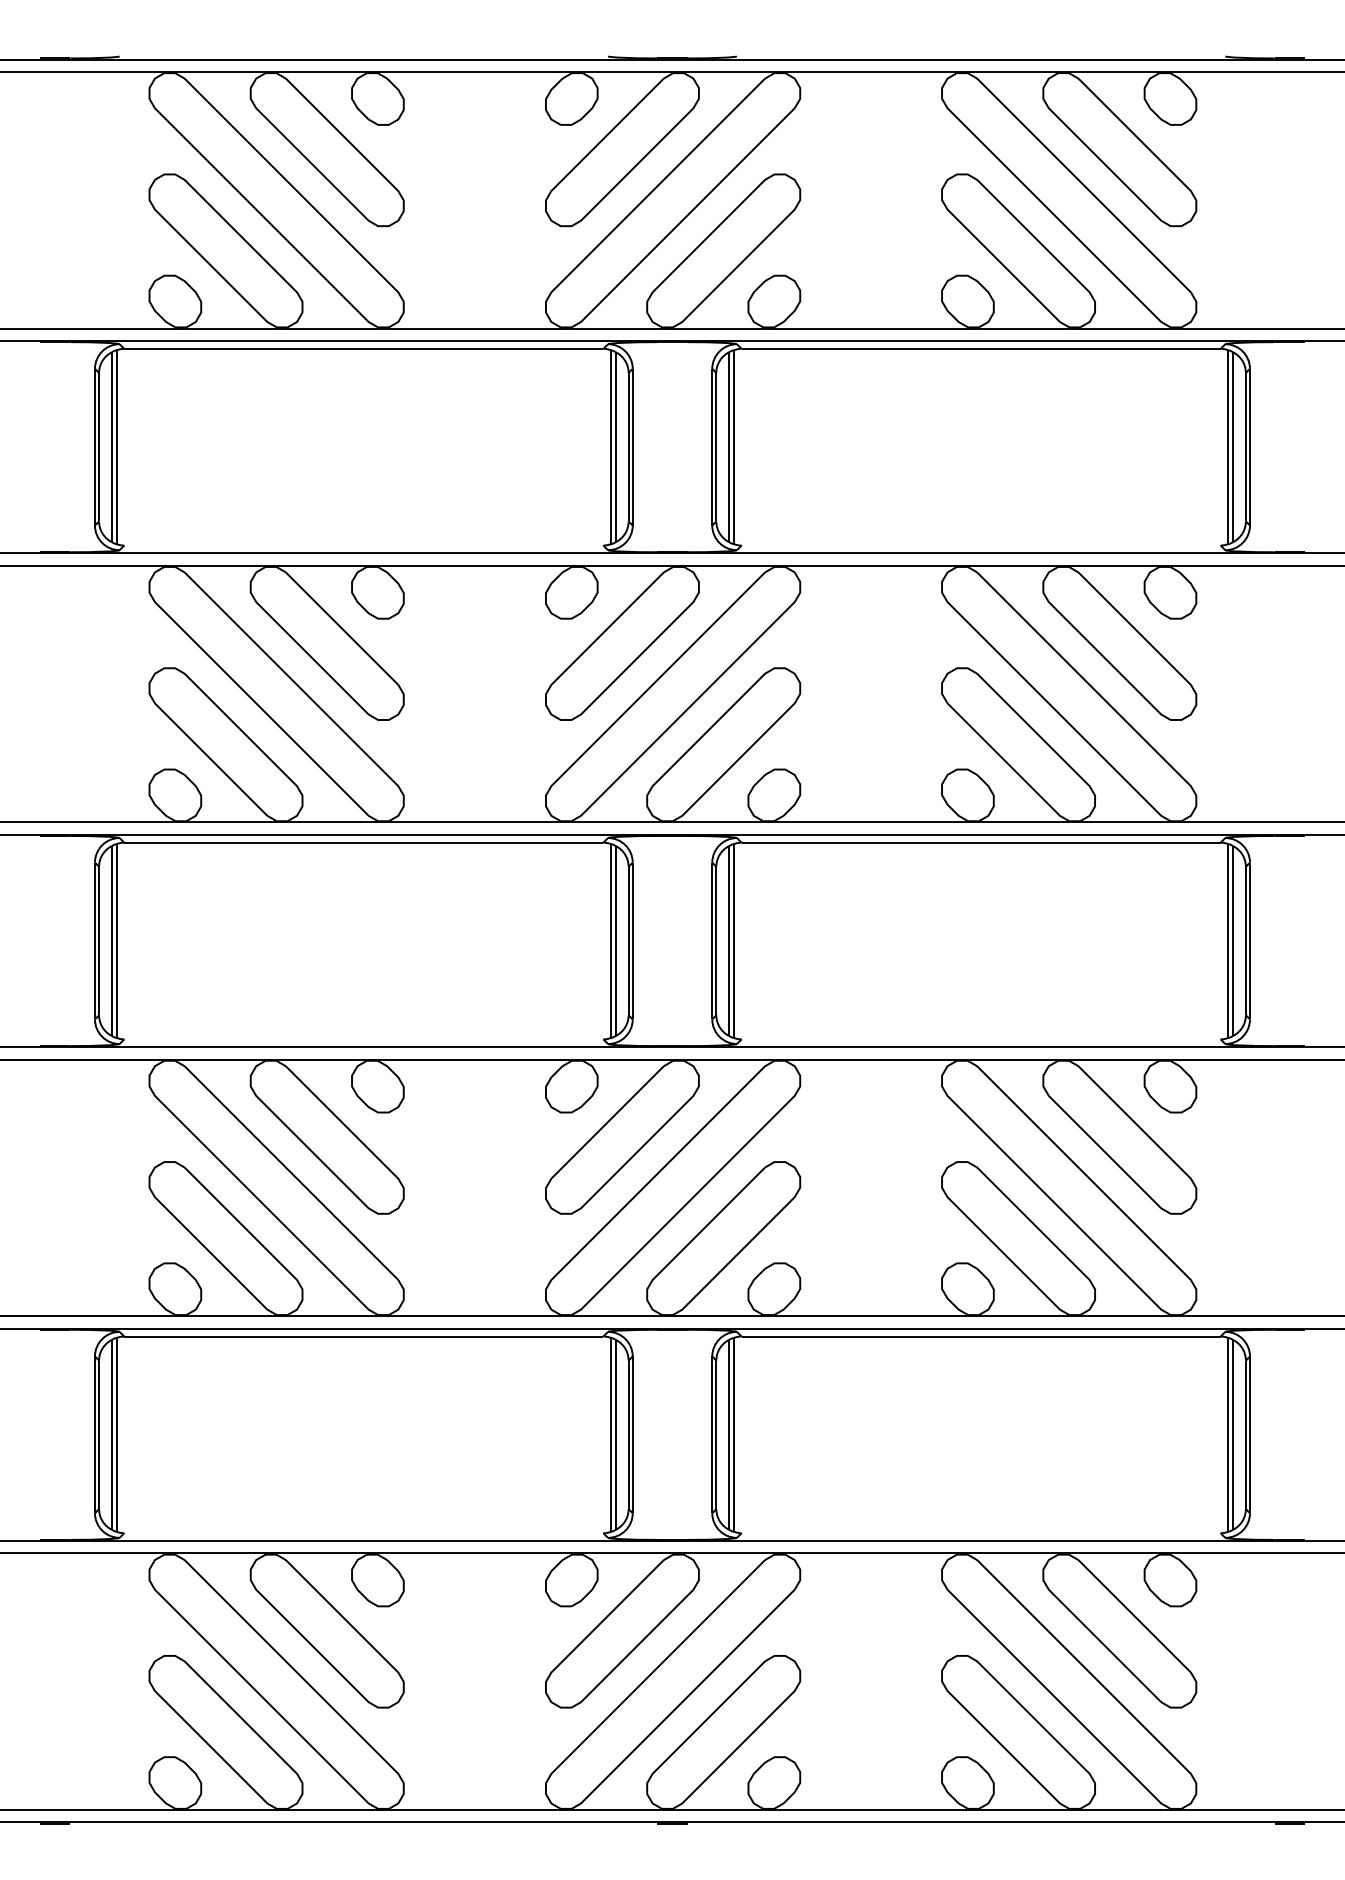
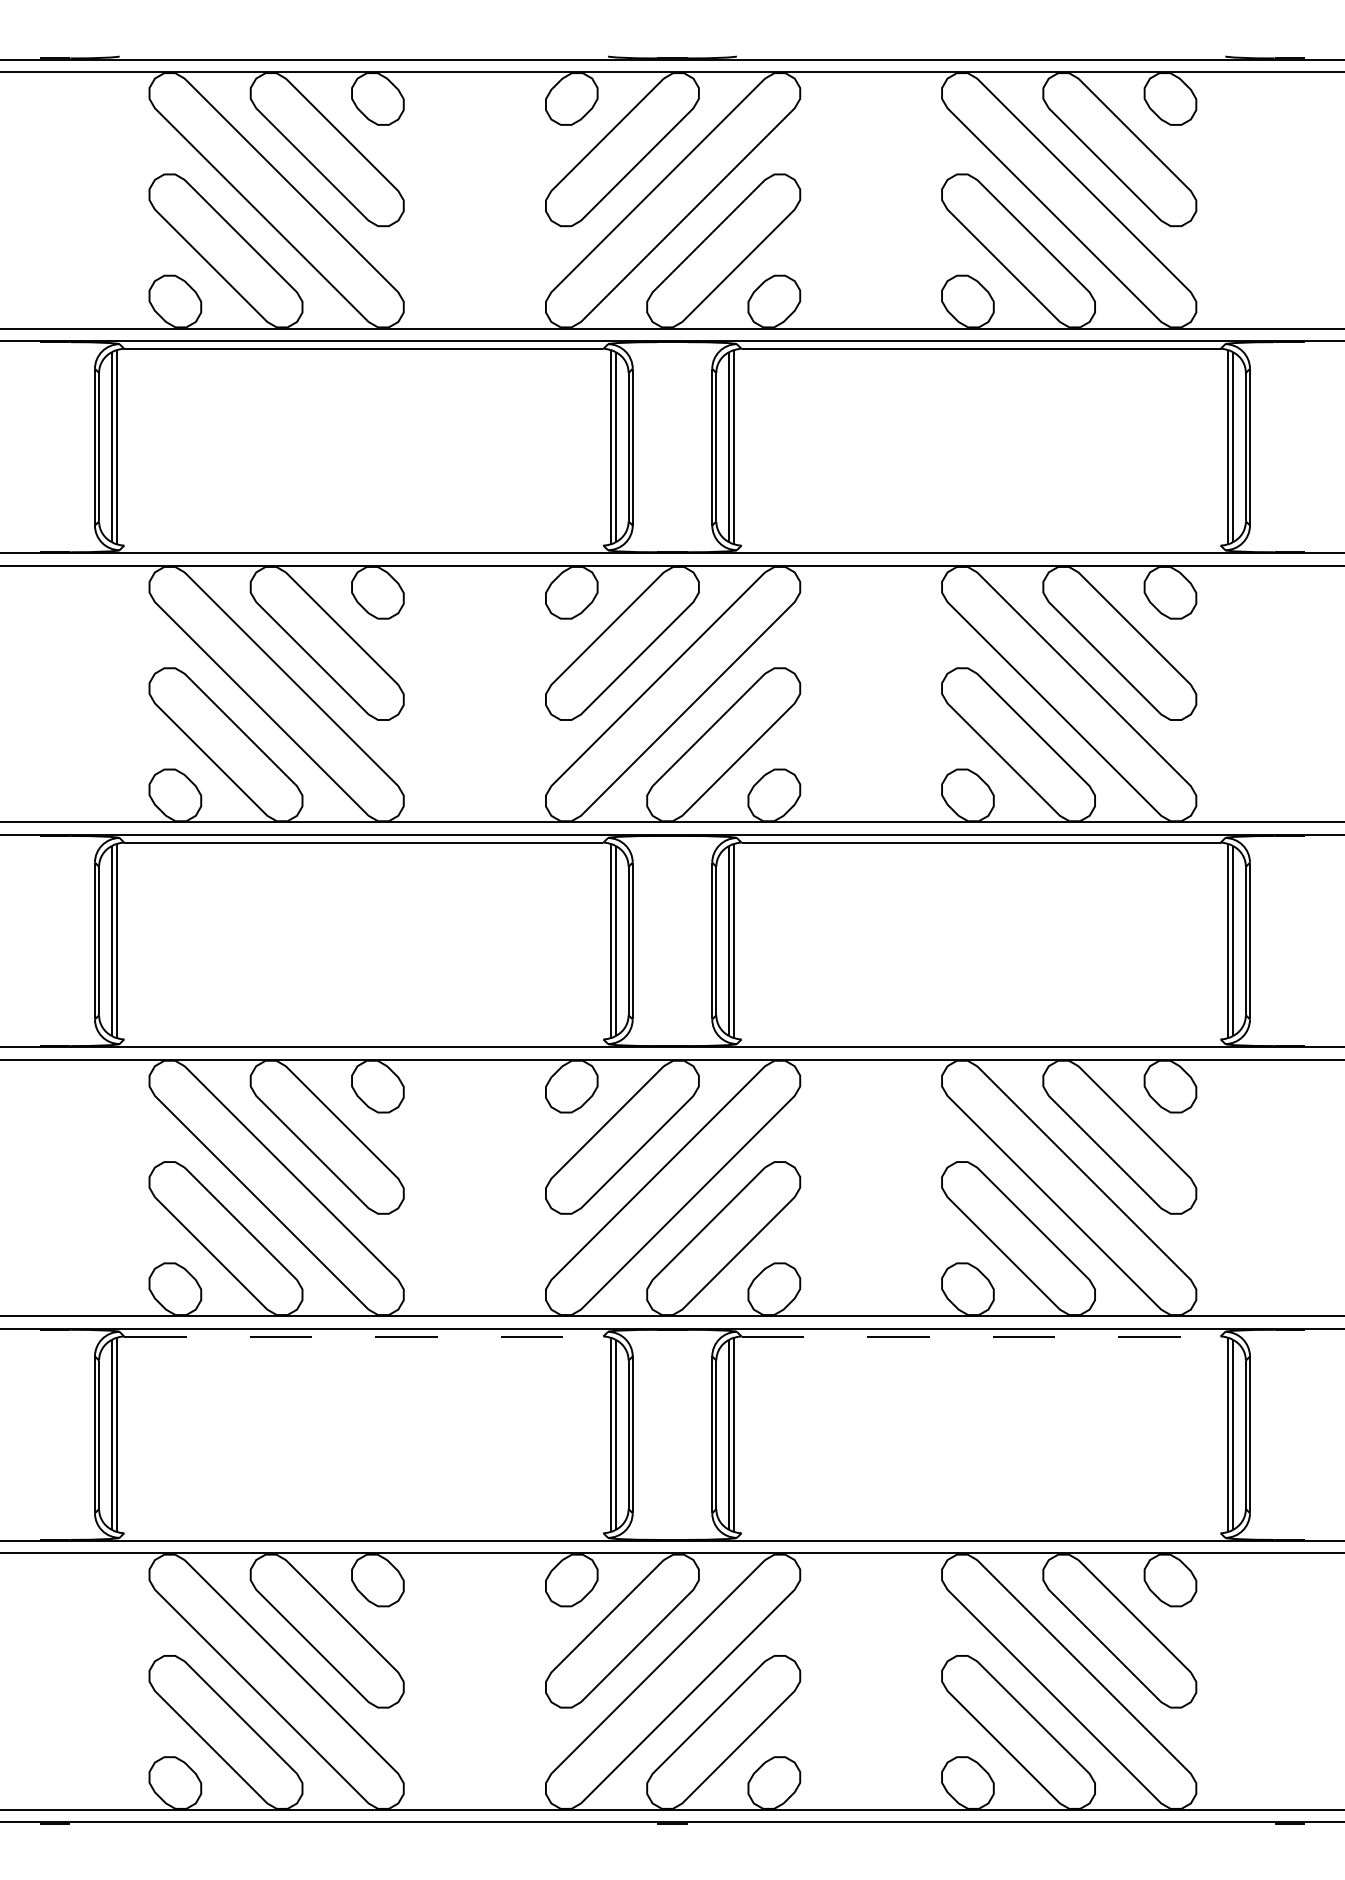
line at (363, 1336): solid -> dashed
line at (981, 1336): solid -> dashed
